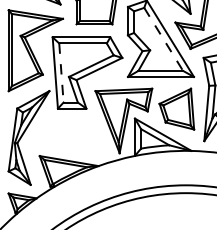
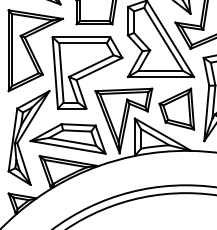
line at (163, 39): dashed -> solid
line at (61, 72): dashed -> solid
part at (67, 138): none -> present
